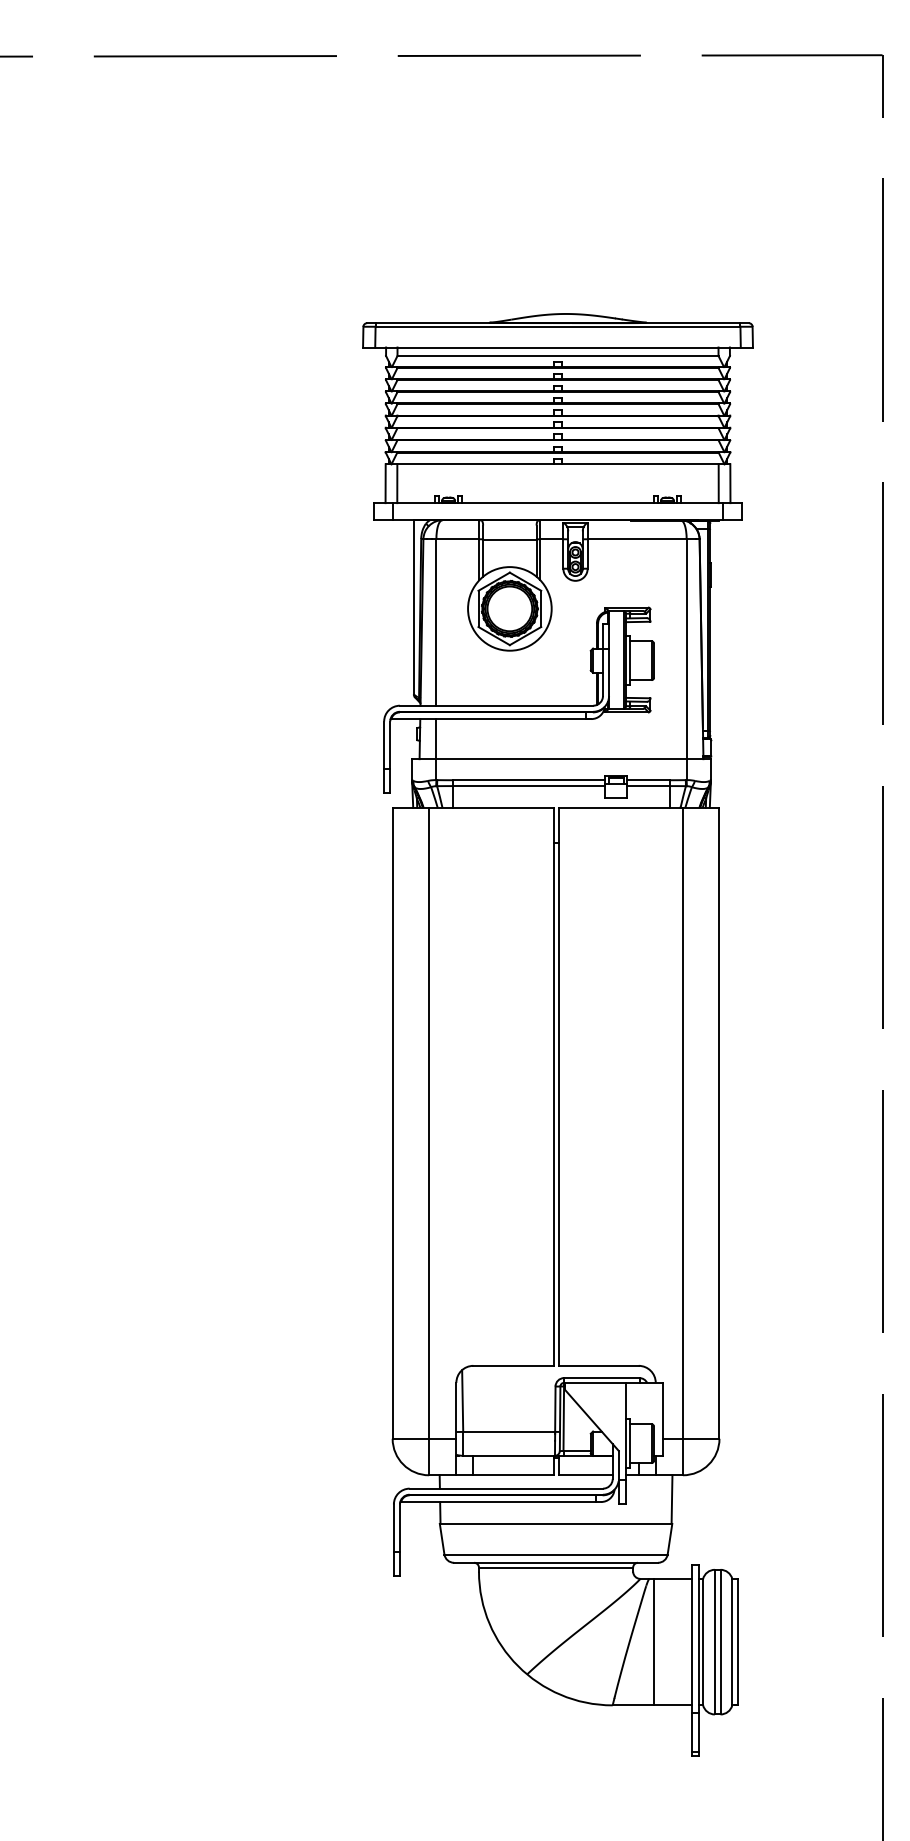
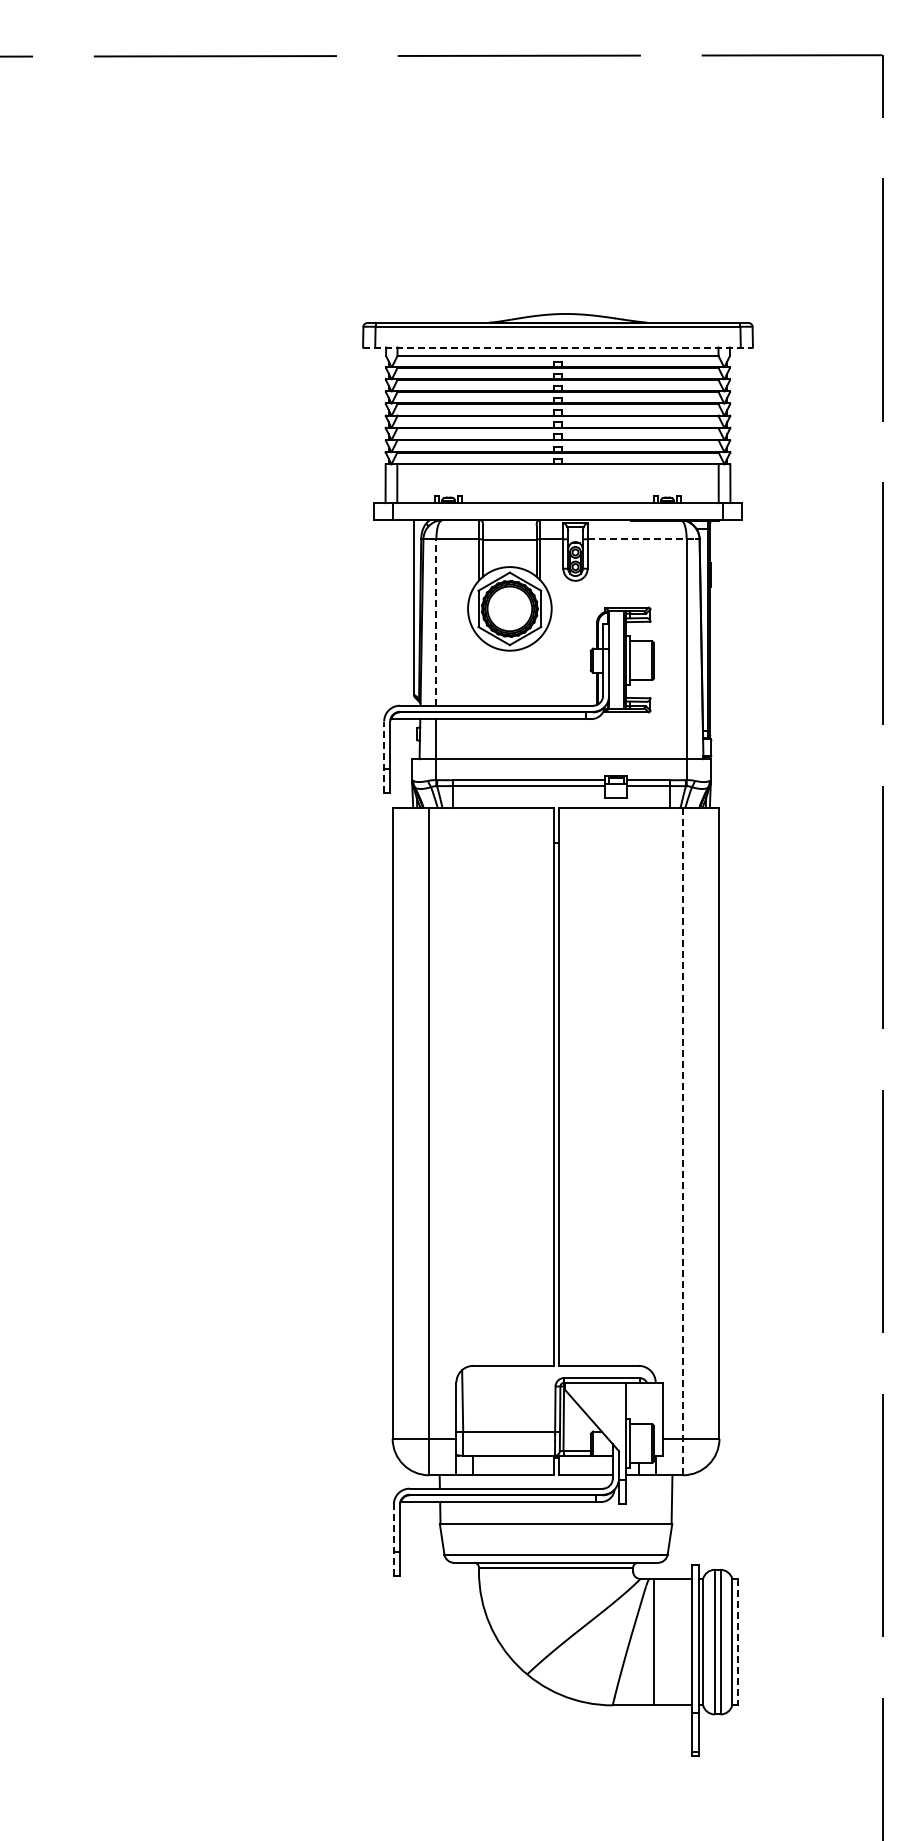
line at (558, 347): solid -> dashed
line at (642, 539): solid -> dashed
line at (436, 622): solid -> dashed
line at (384, 757): solid -> dashed
line at (683, 1141): solid -> dashed
line at (393, 1540): solid -> dashed
line at (737, 1642): solid -> dashed
